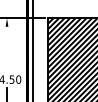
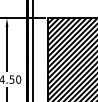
line at (7, 48): none -> present
